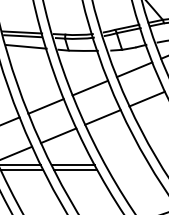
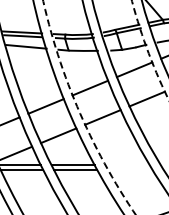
arc at (148, 51): solid -> dashed
arc at (79, 112): solid -> dashed
